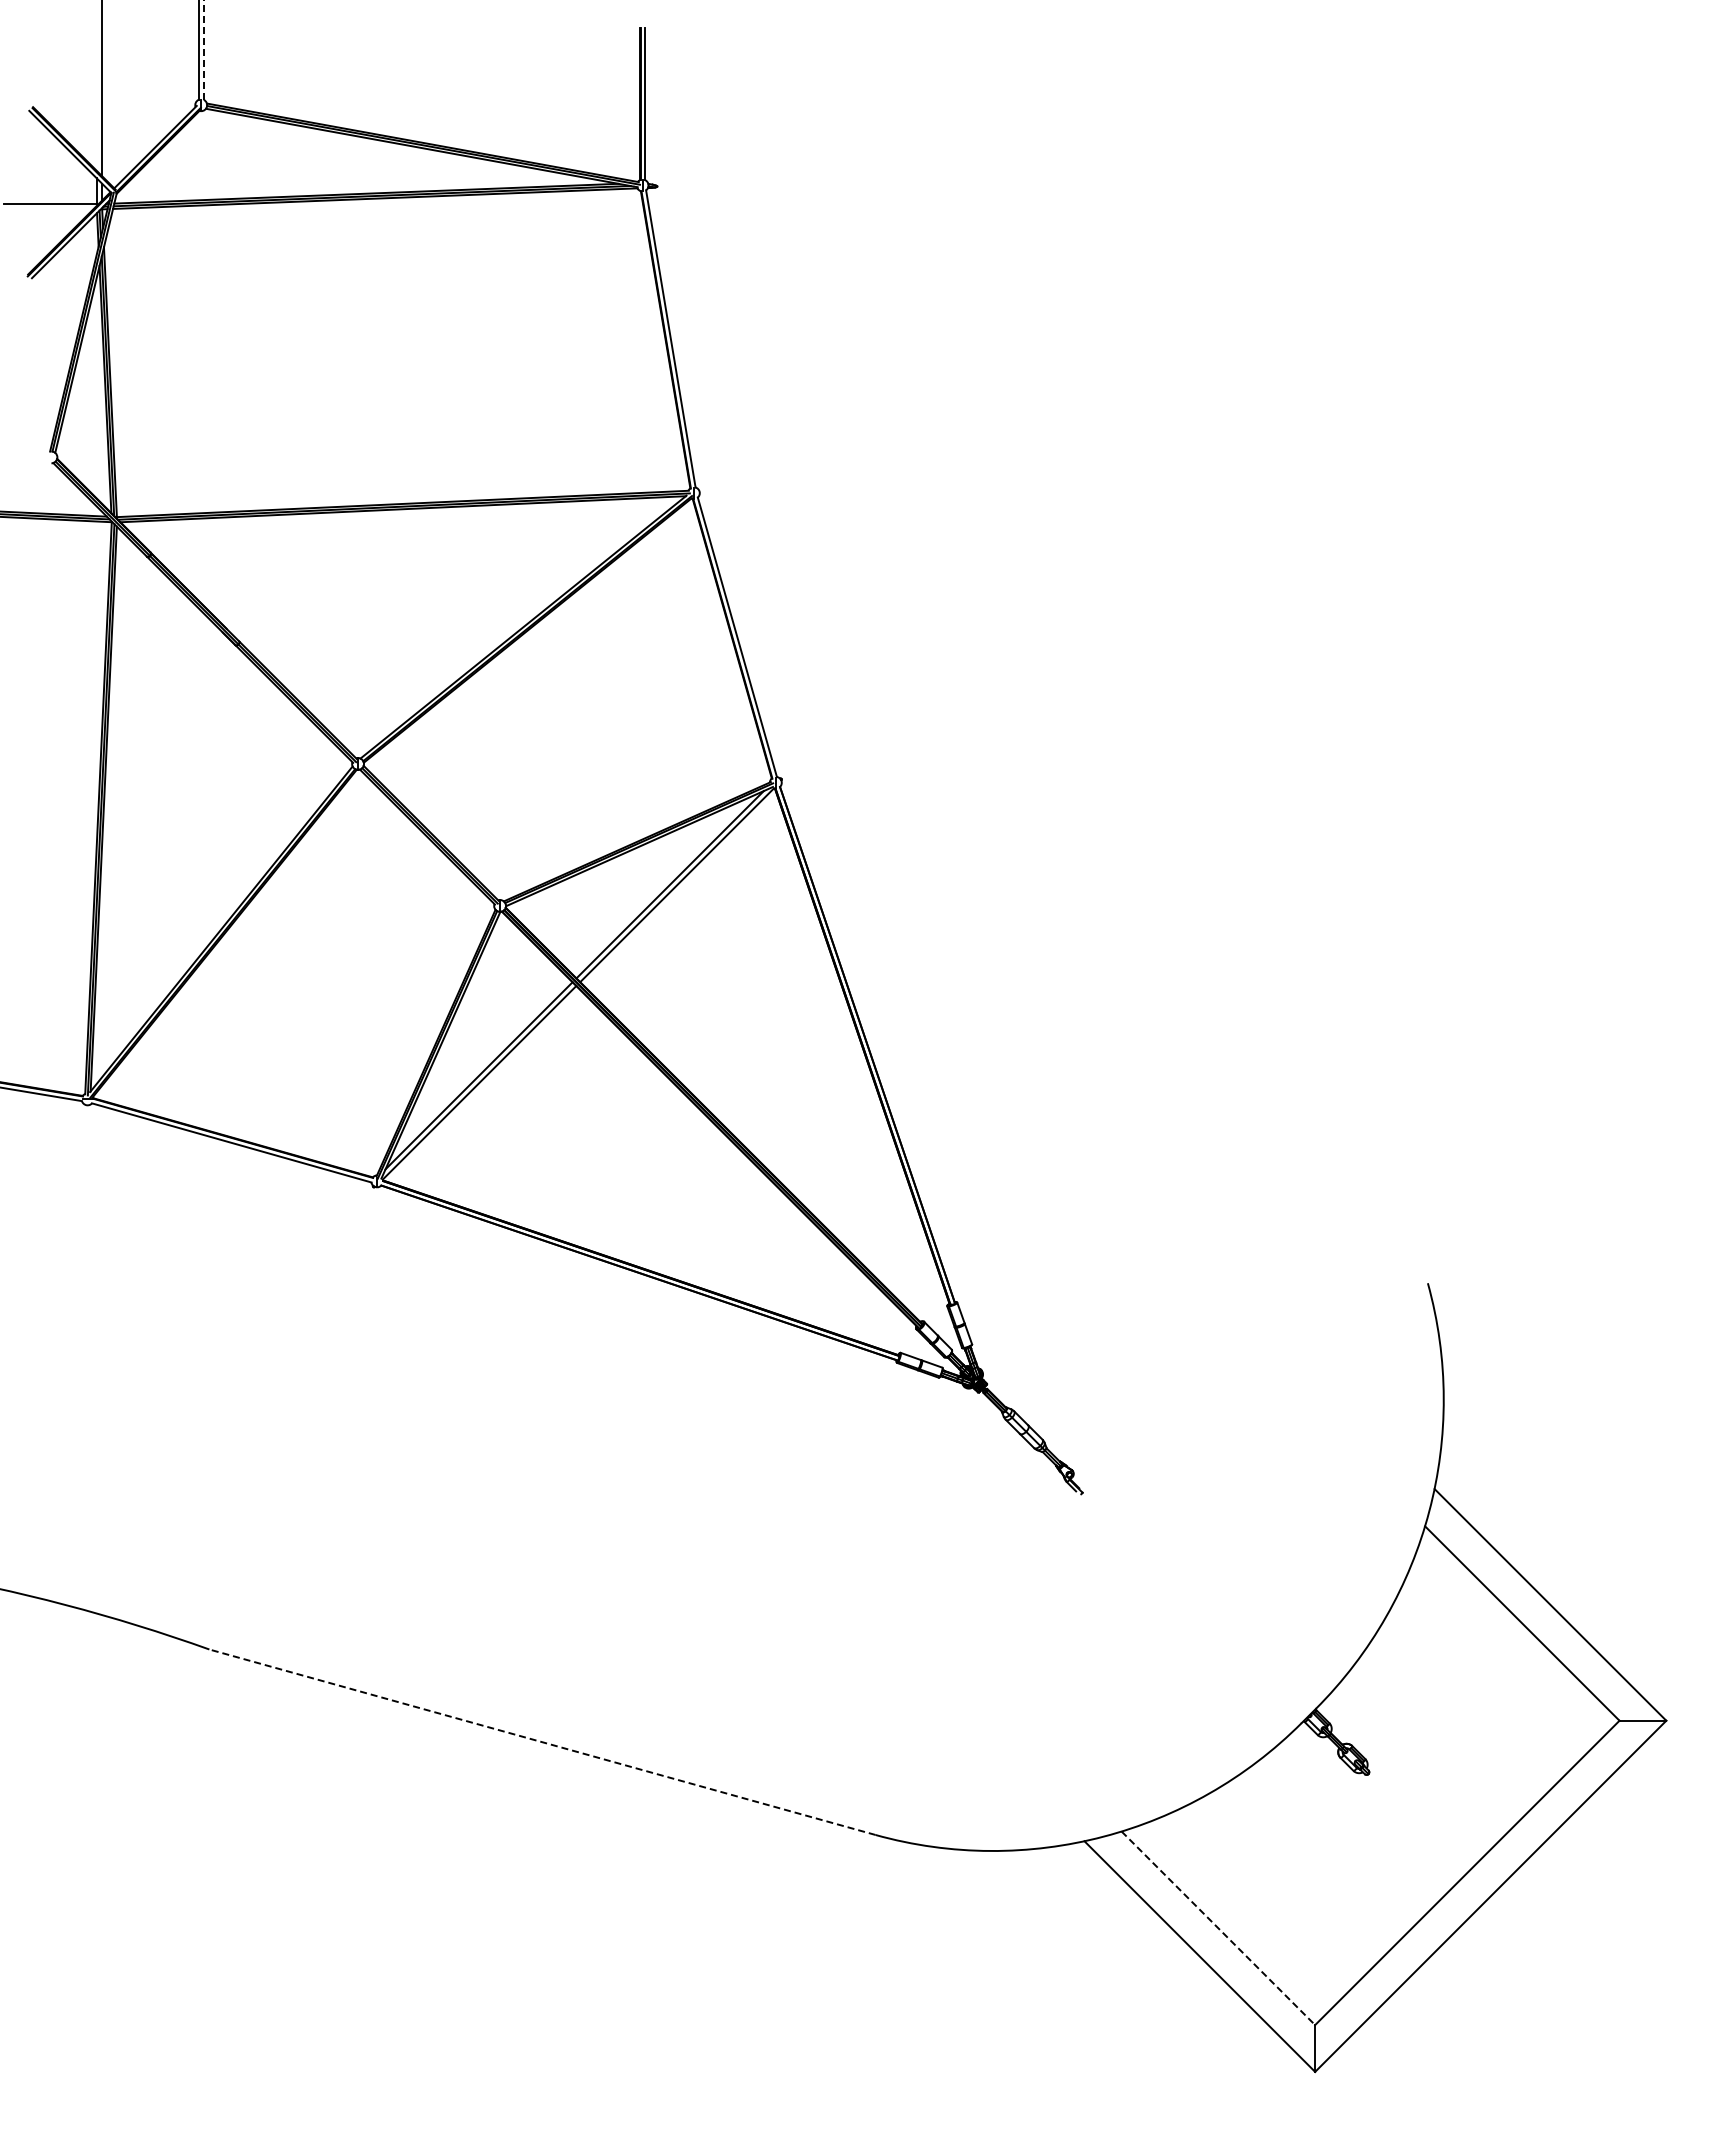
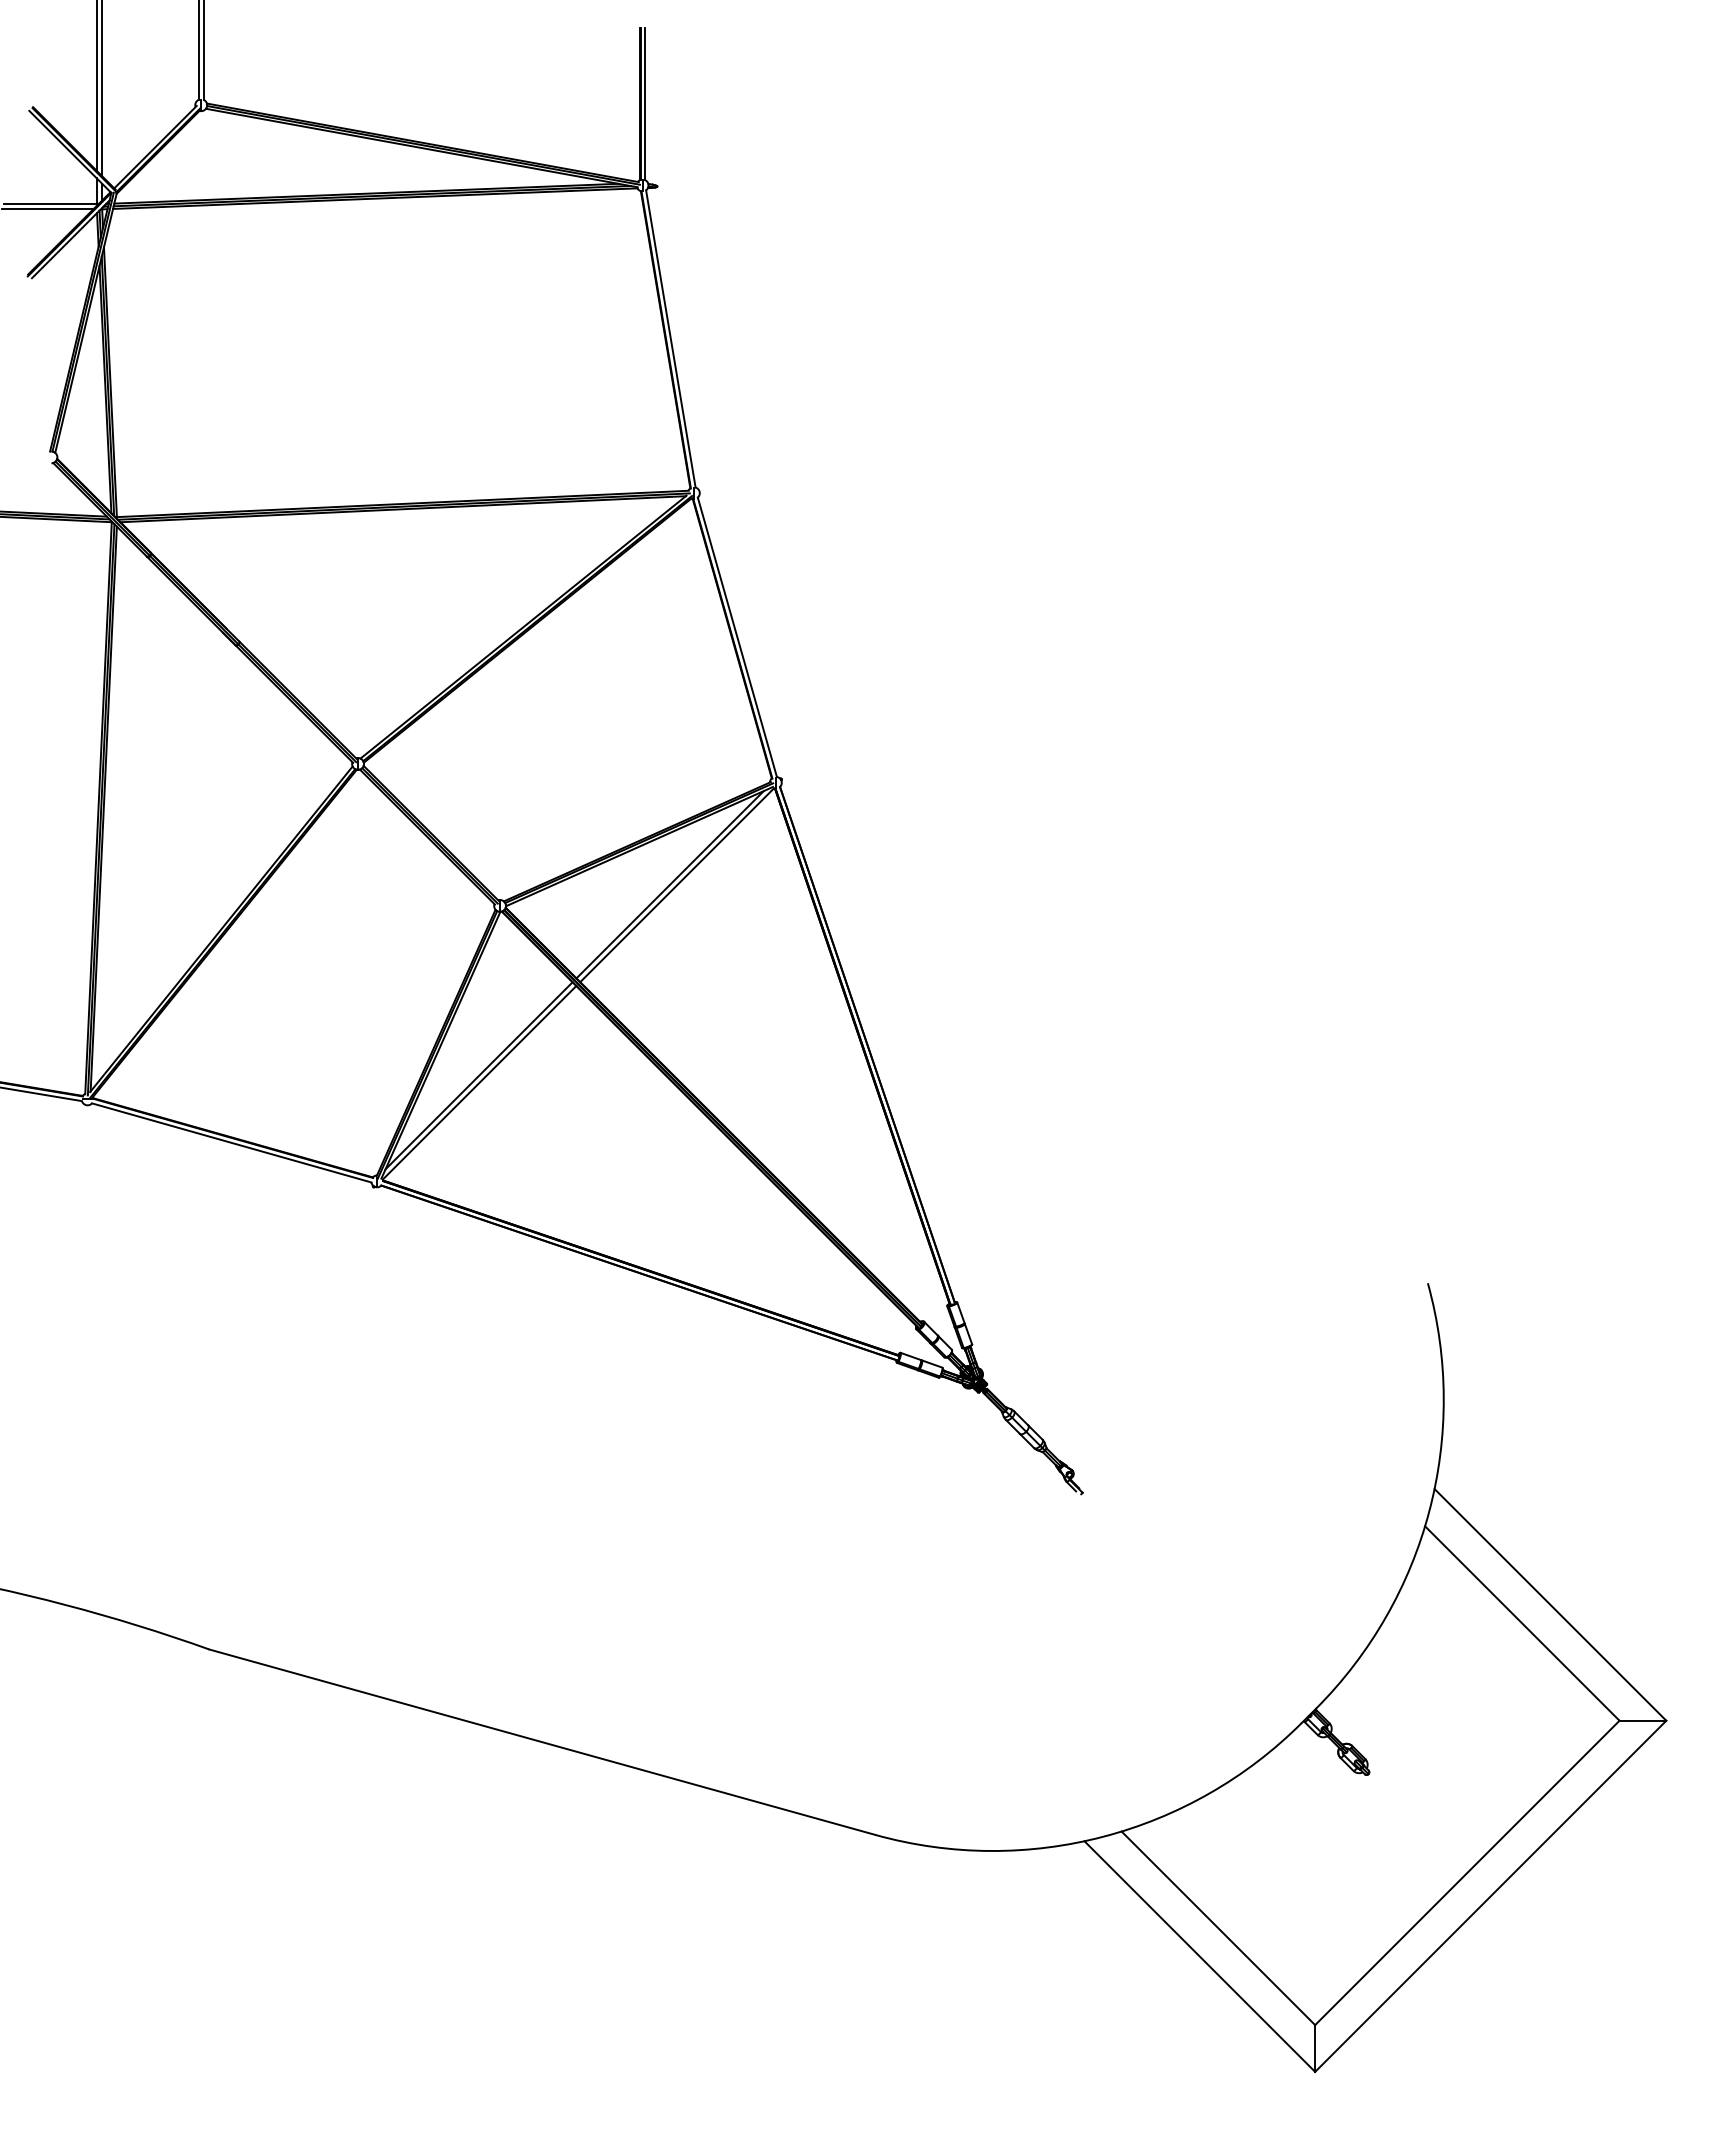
line at (203, 50): dashed -> solid
line at (96, 86): none -> present
line at (47, 209): none -> present
line at (542, 1742): dashed -> solid
line at (1218, 1928): dashed -> solid
